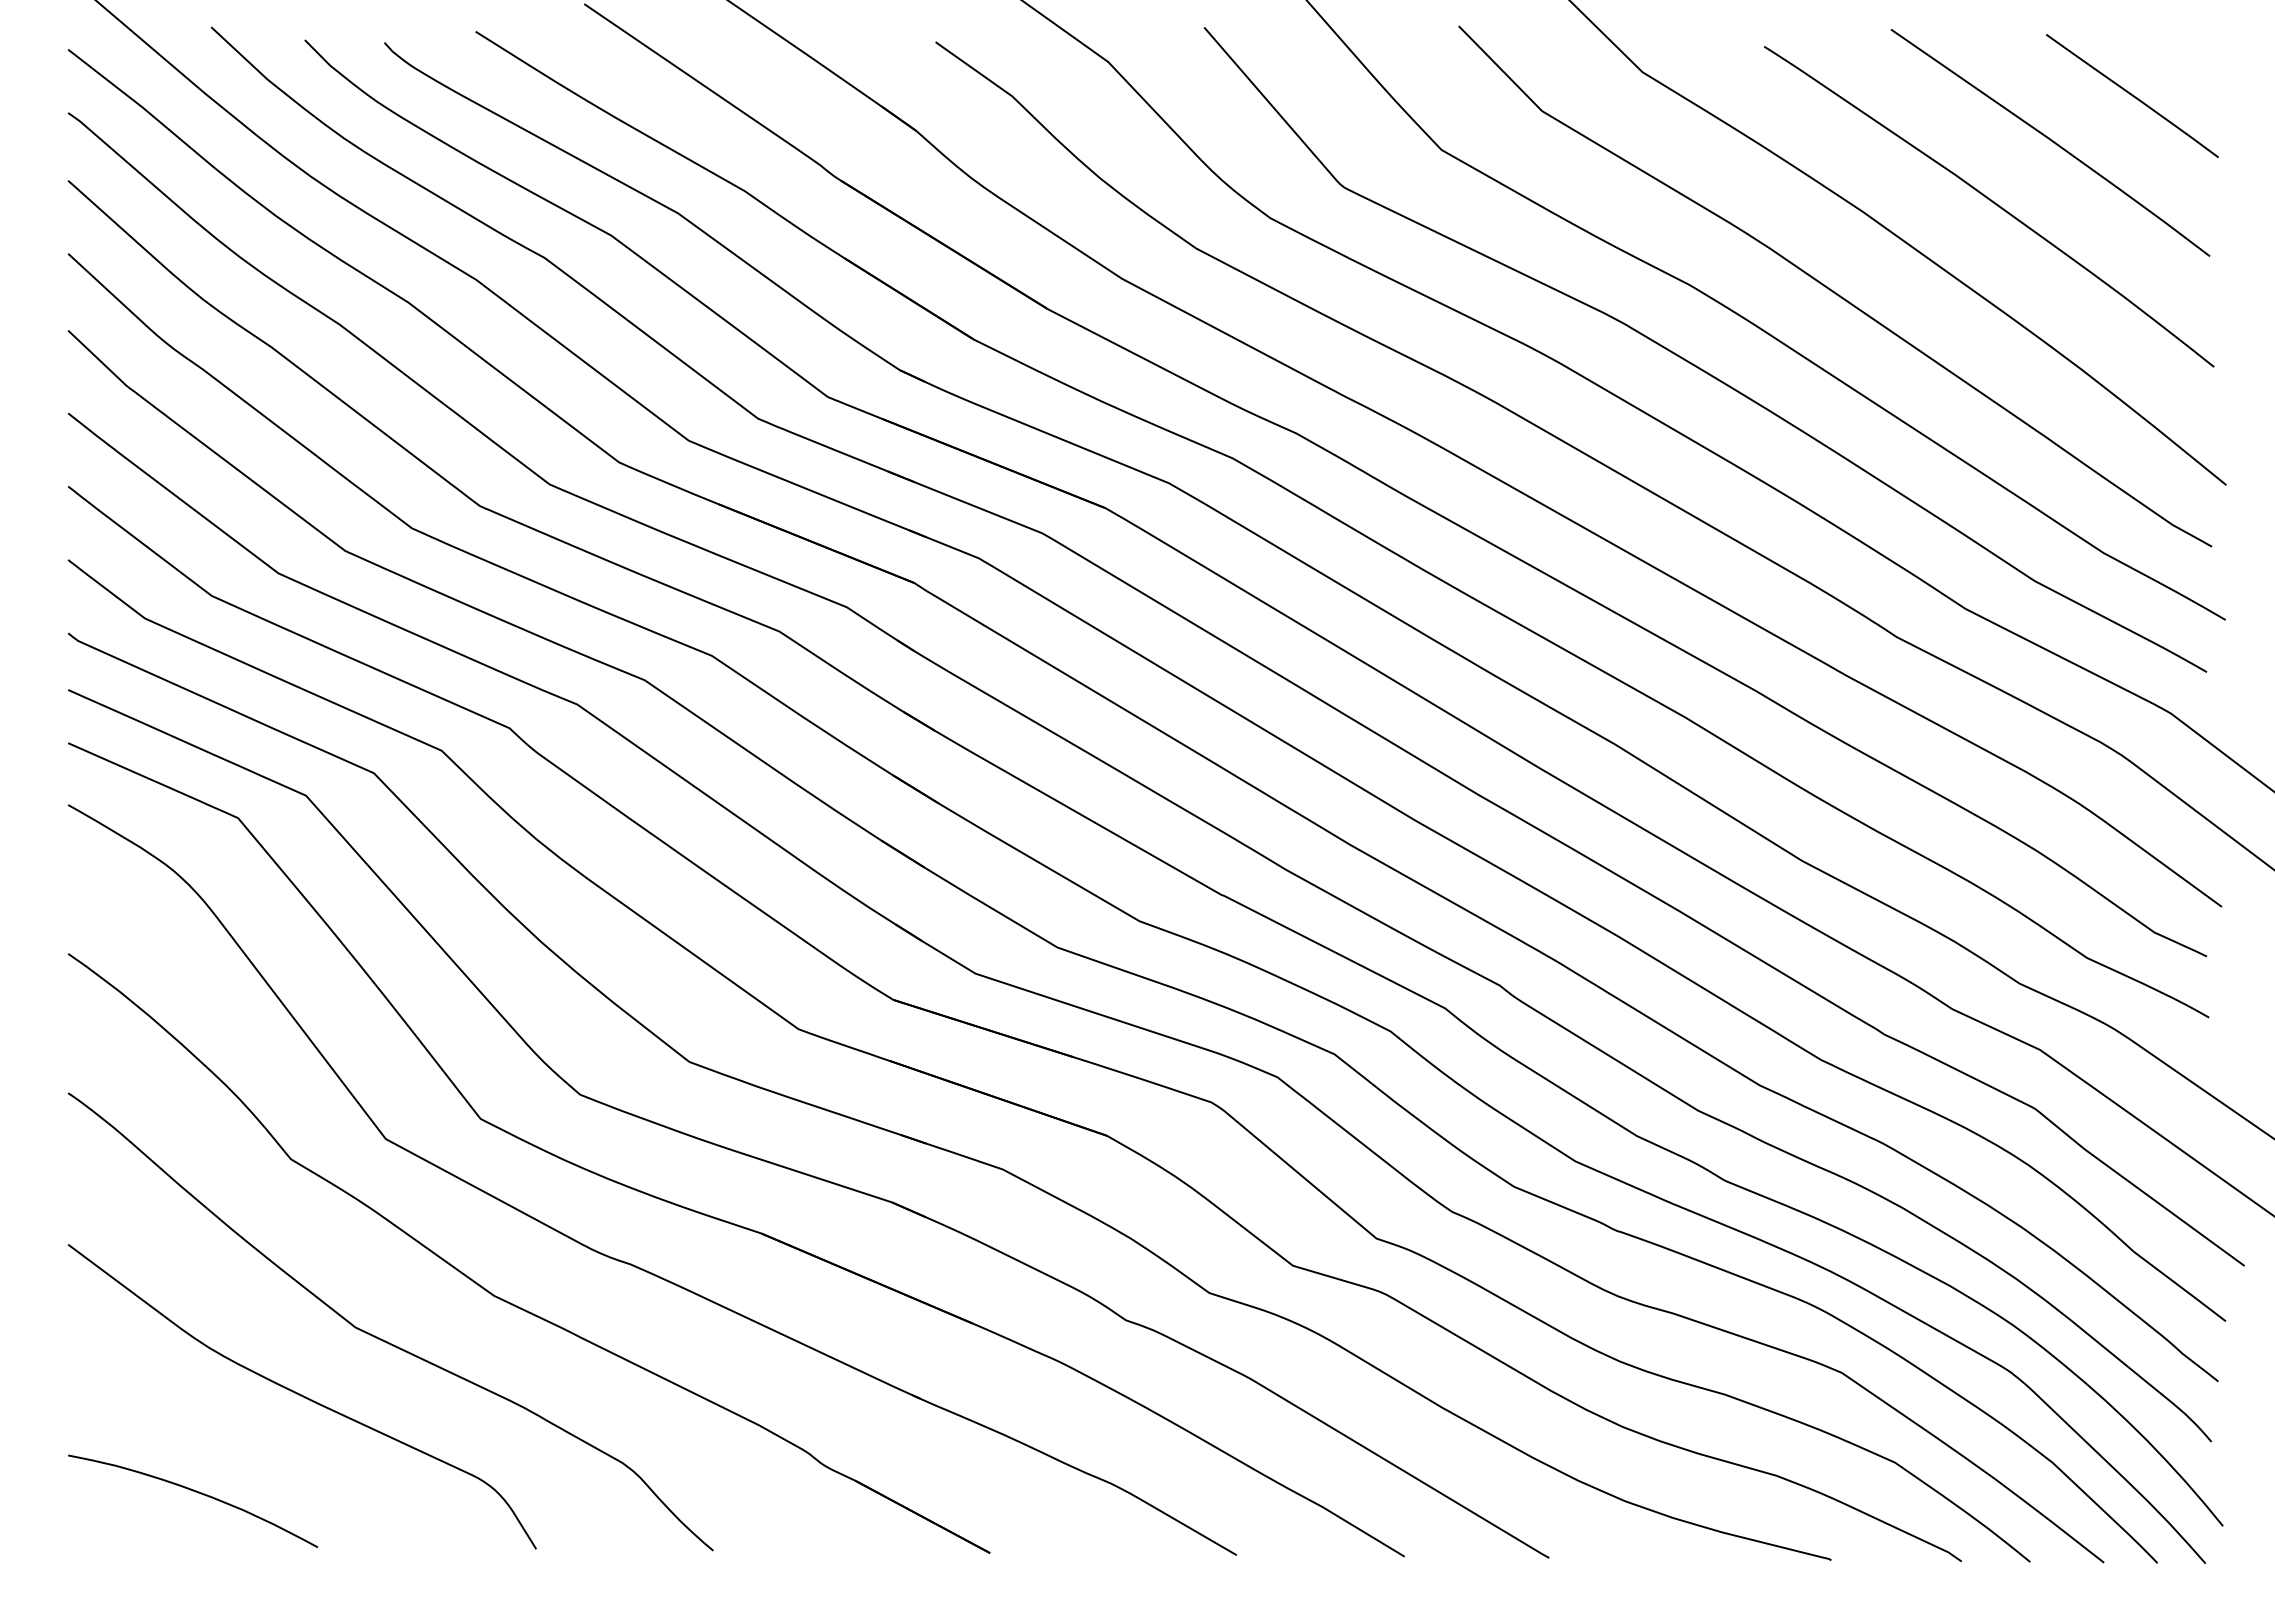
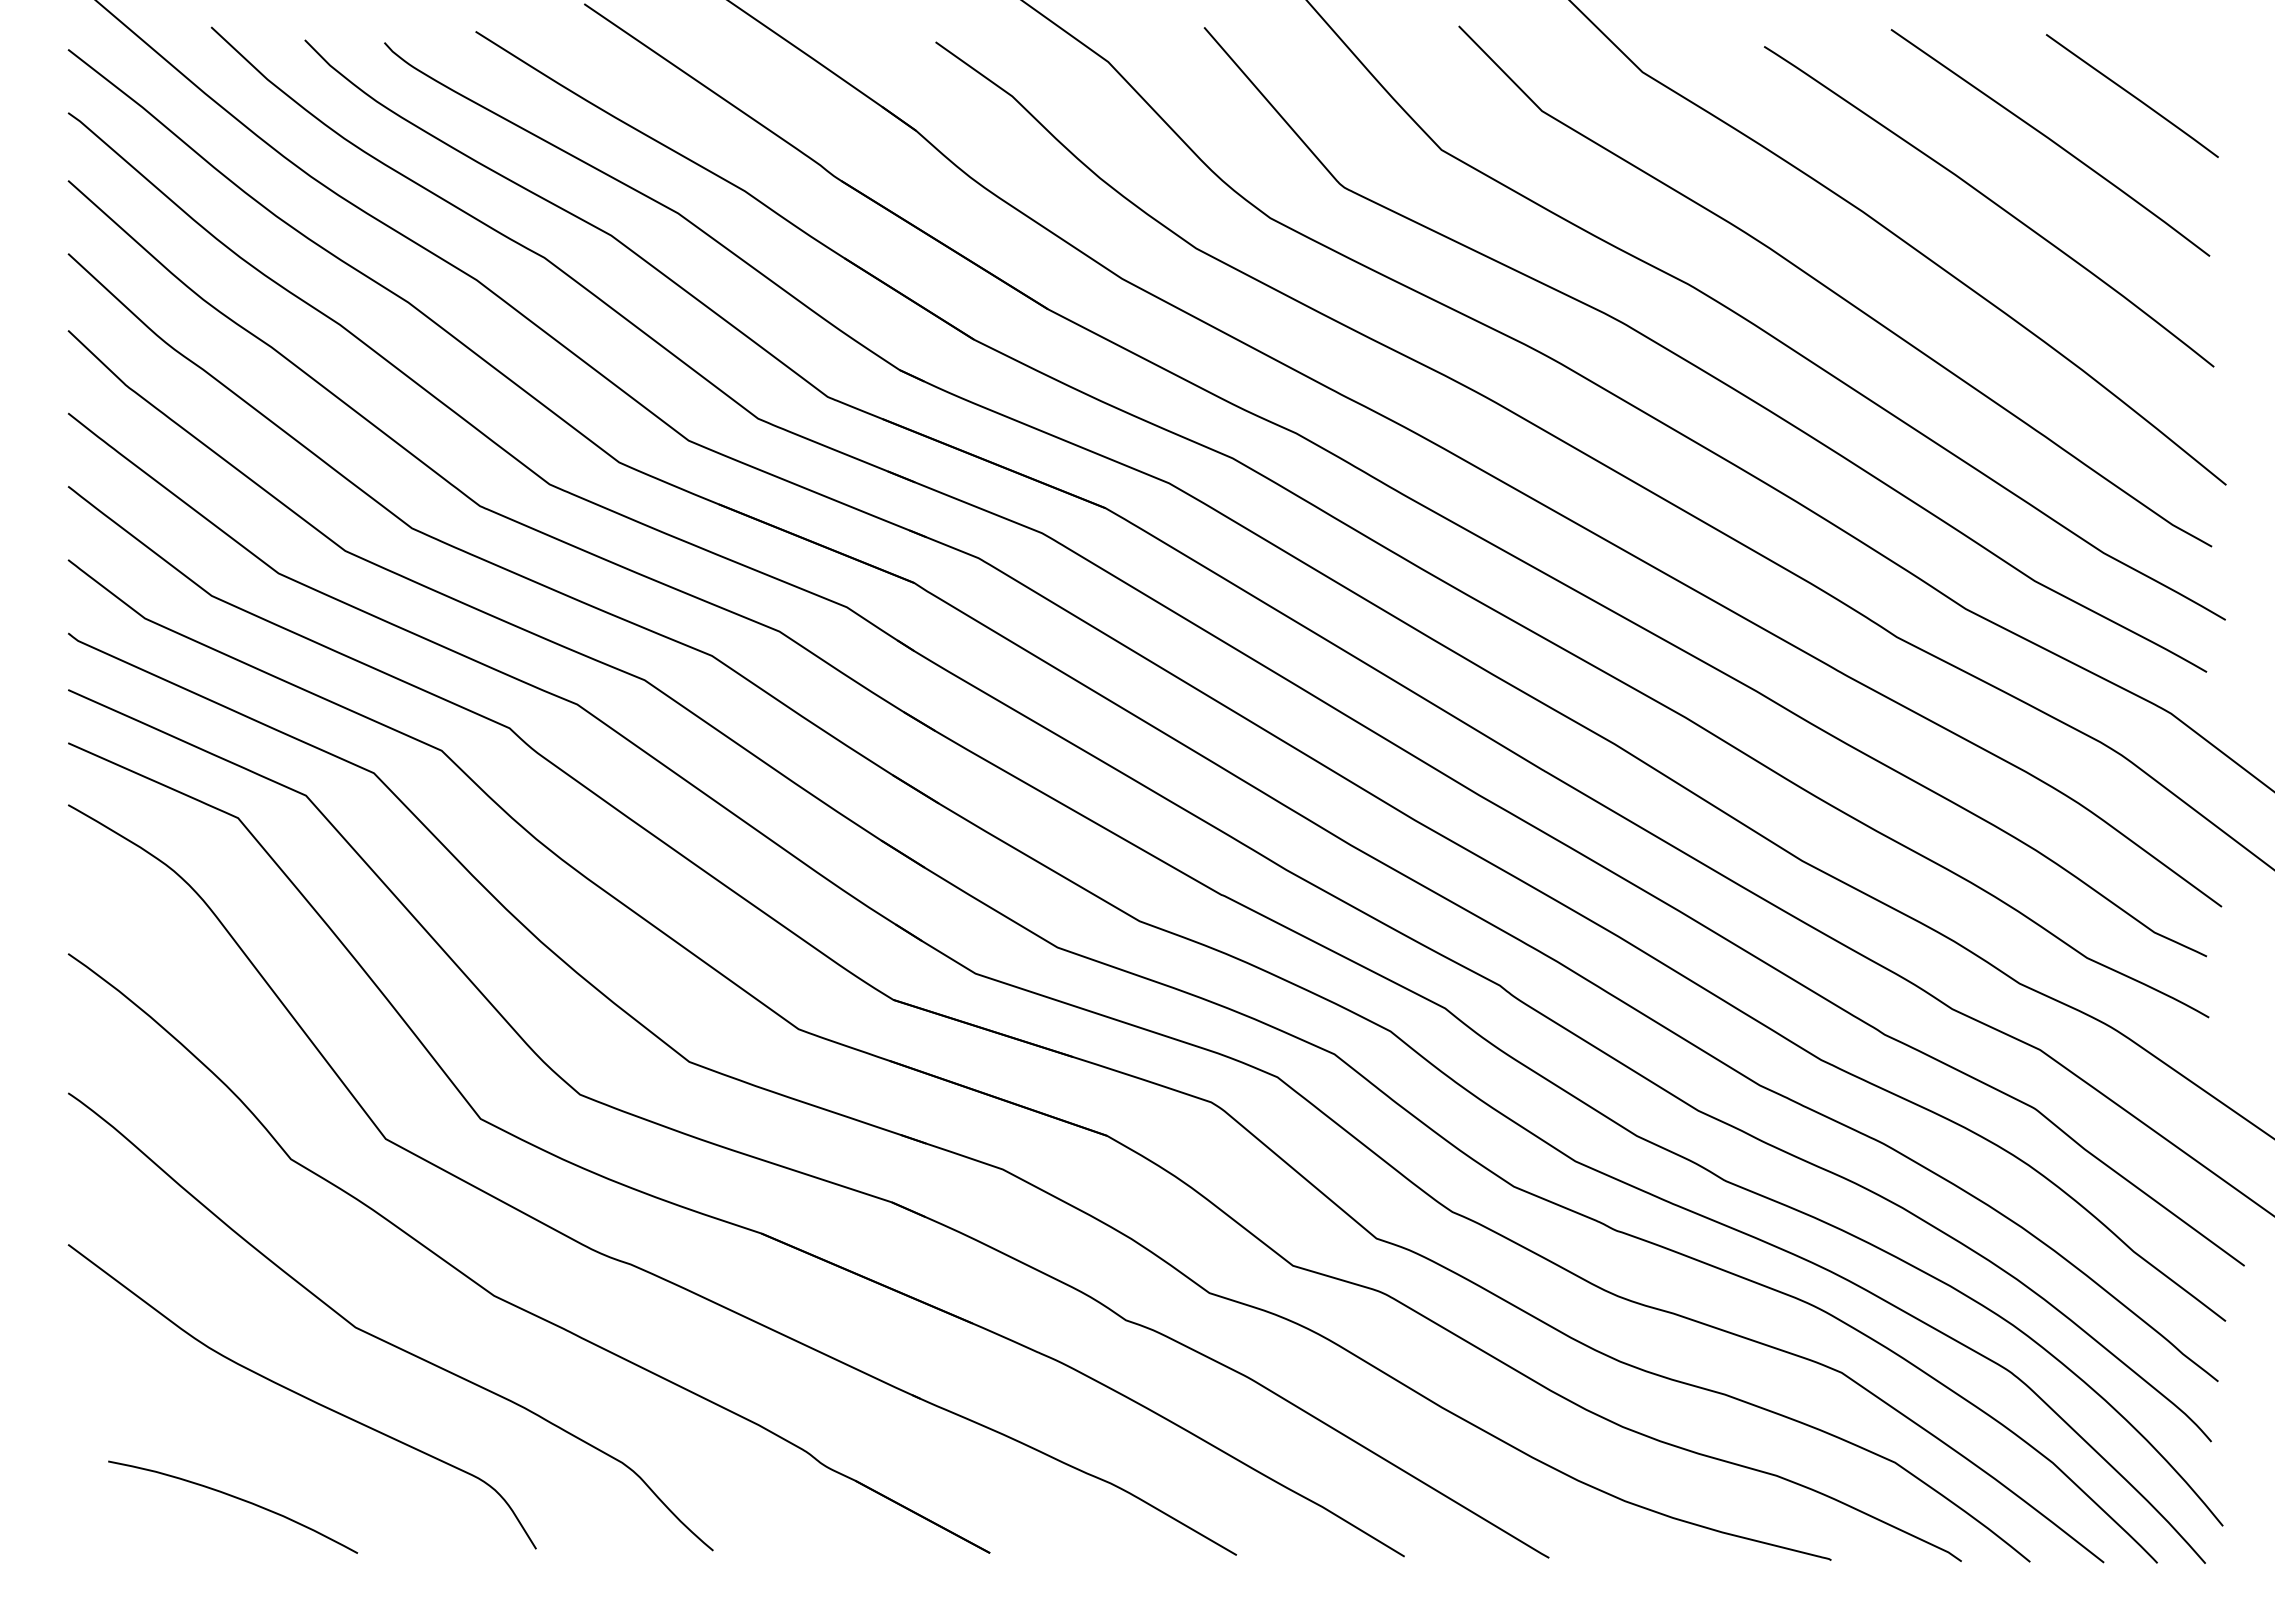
curve at (195, 1492) position: (195, 1492) -> (235, 1498)
